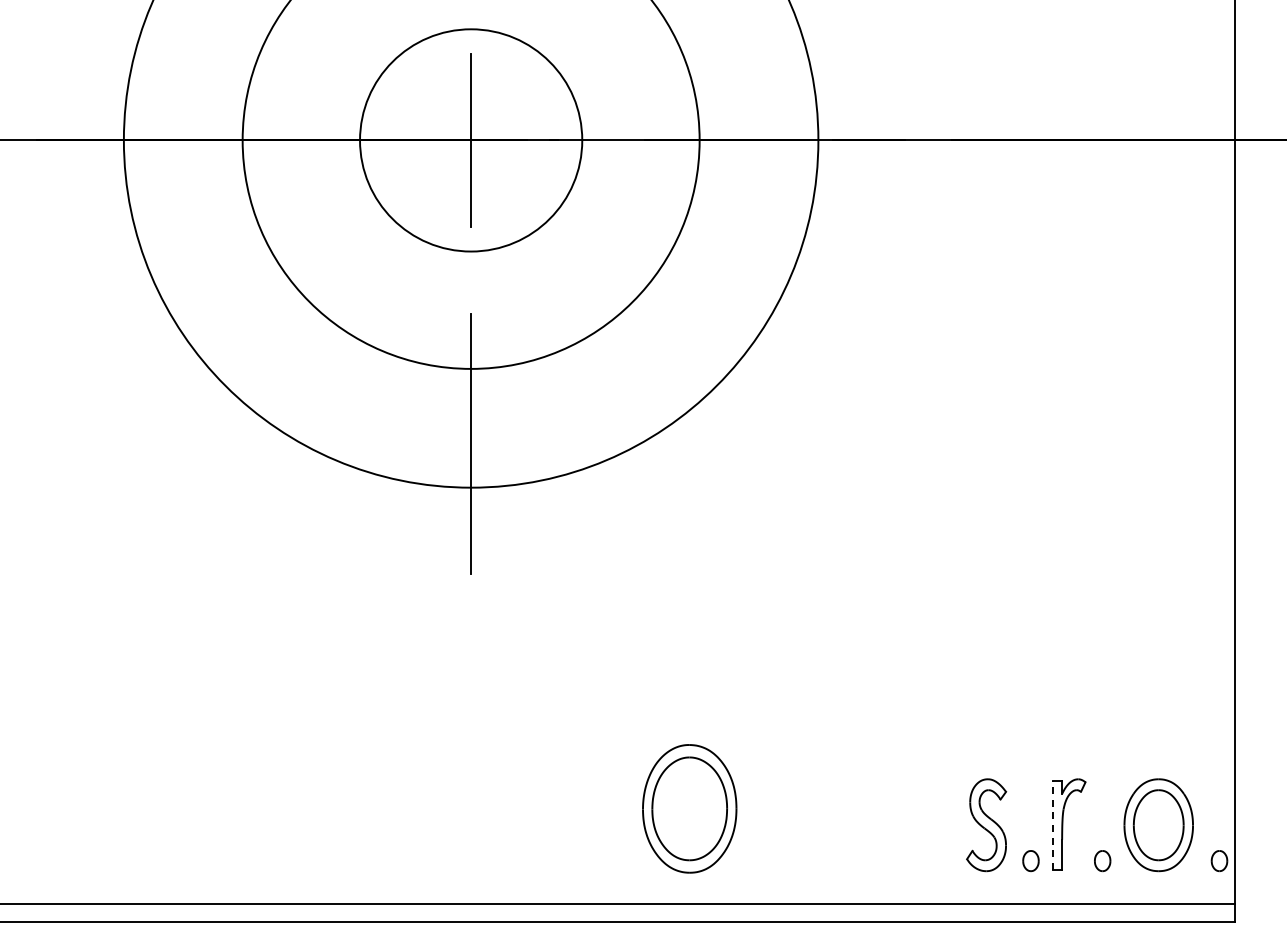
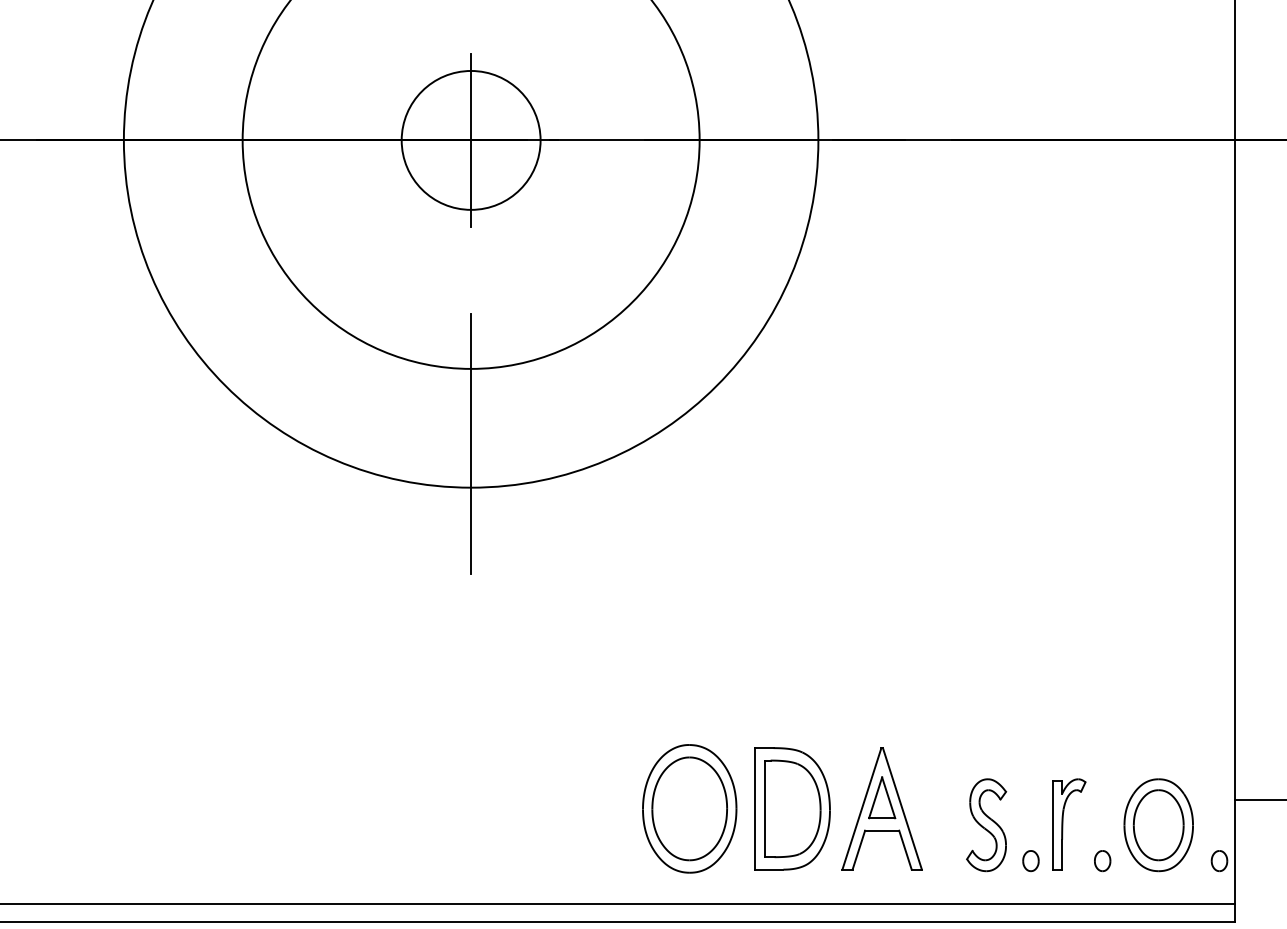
circle at (471, 140) diameter: 222 px -> 139 px
line at (1259, 800): none -> present
part at (792, 808): none -> present
part at (881, 808): none -> present
line at (1052, 824): dashed -> solid
